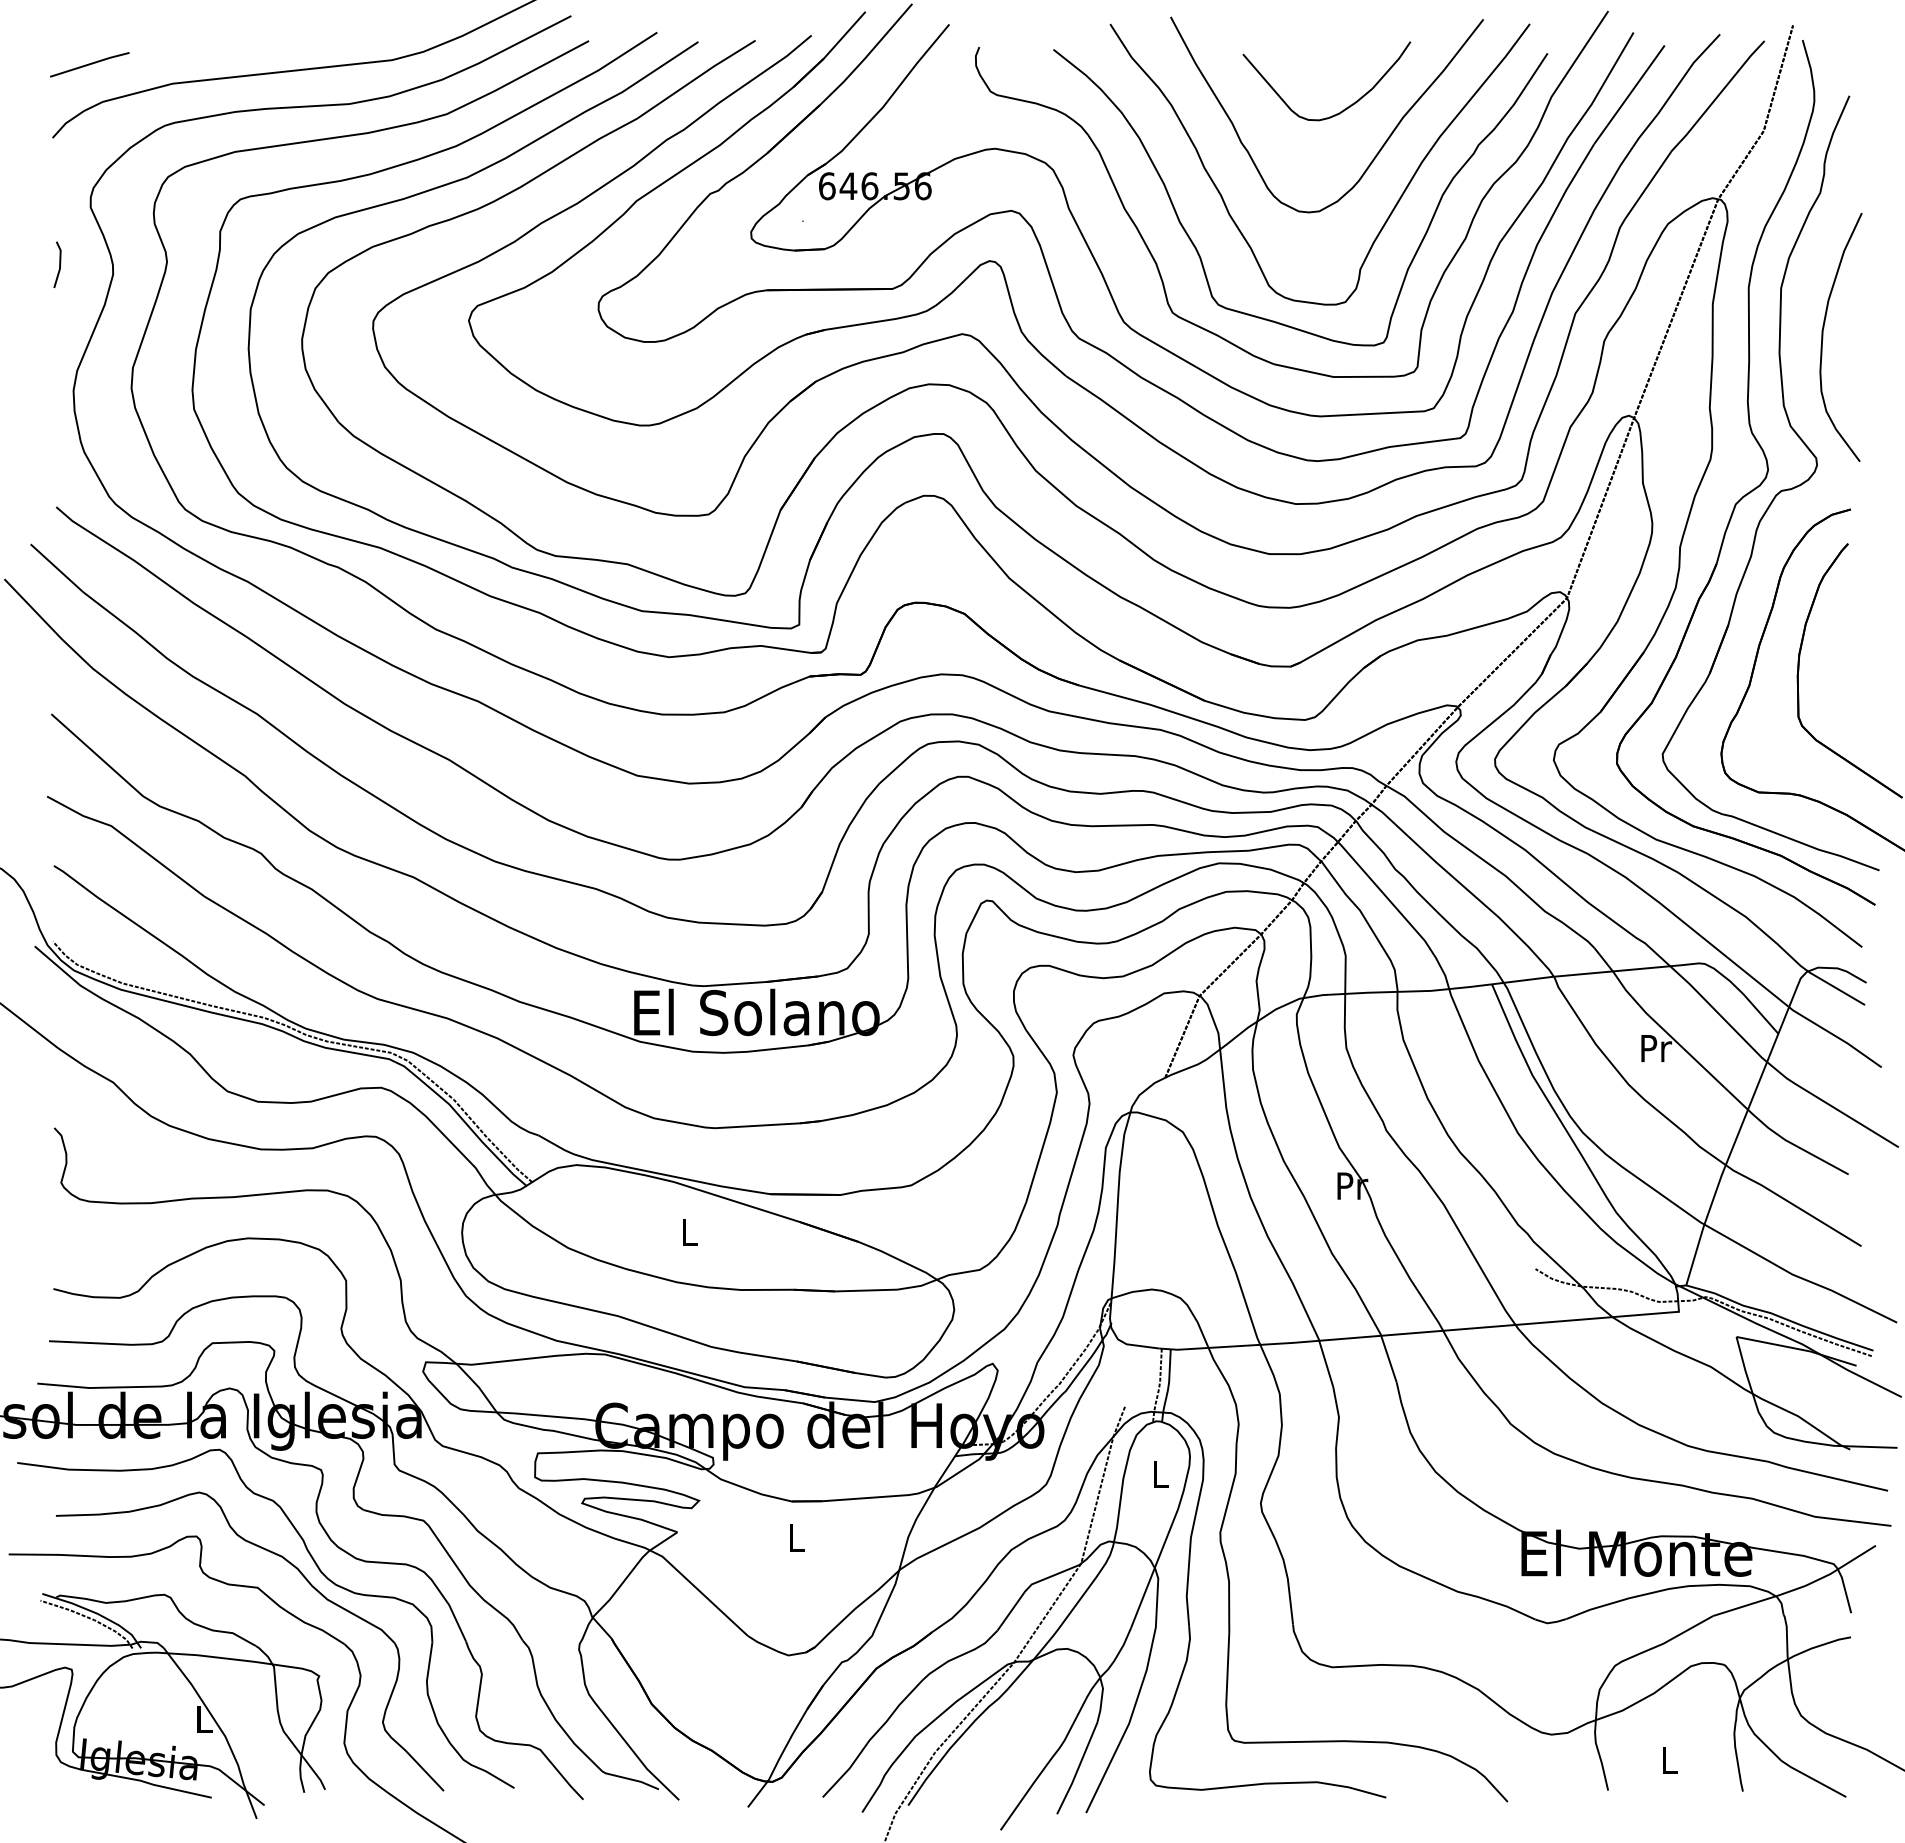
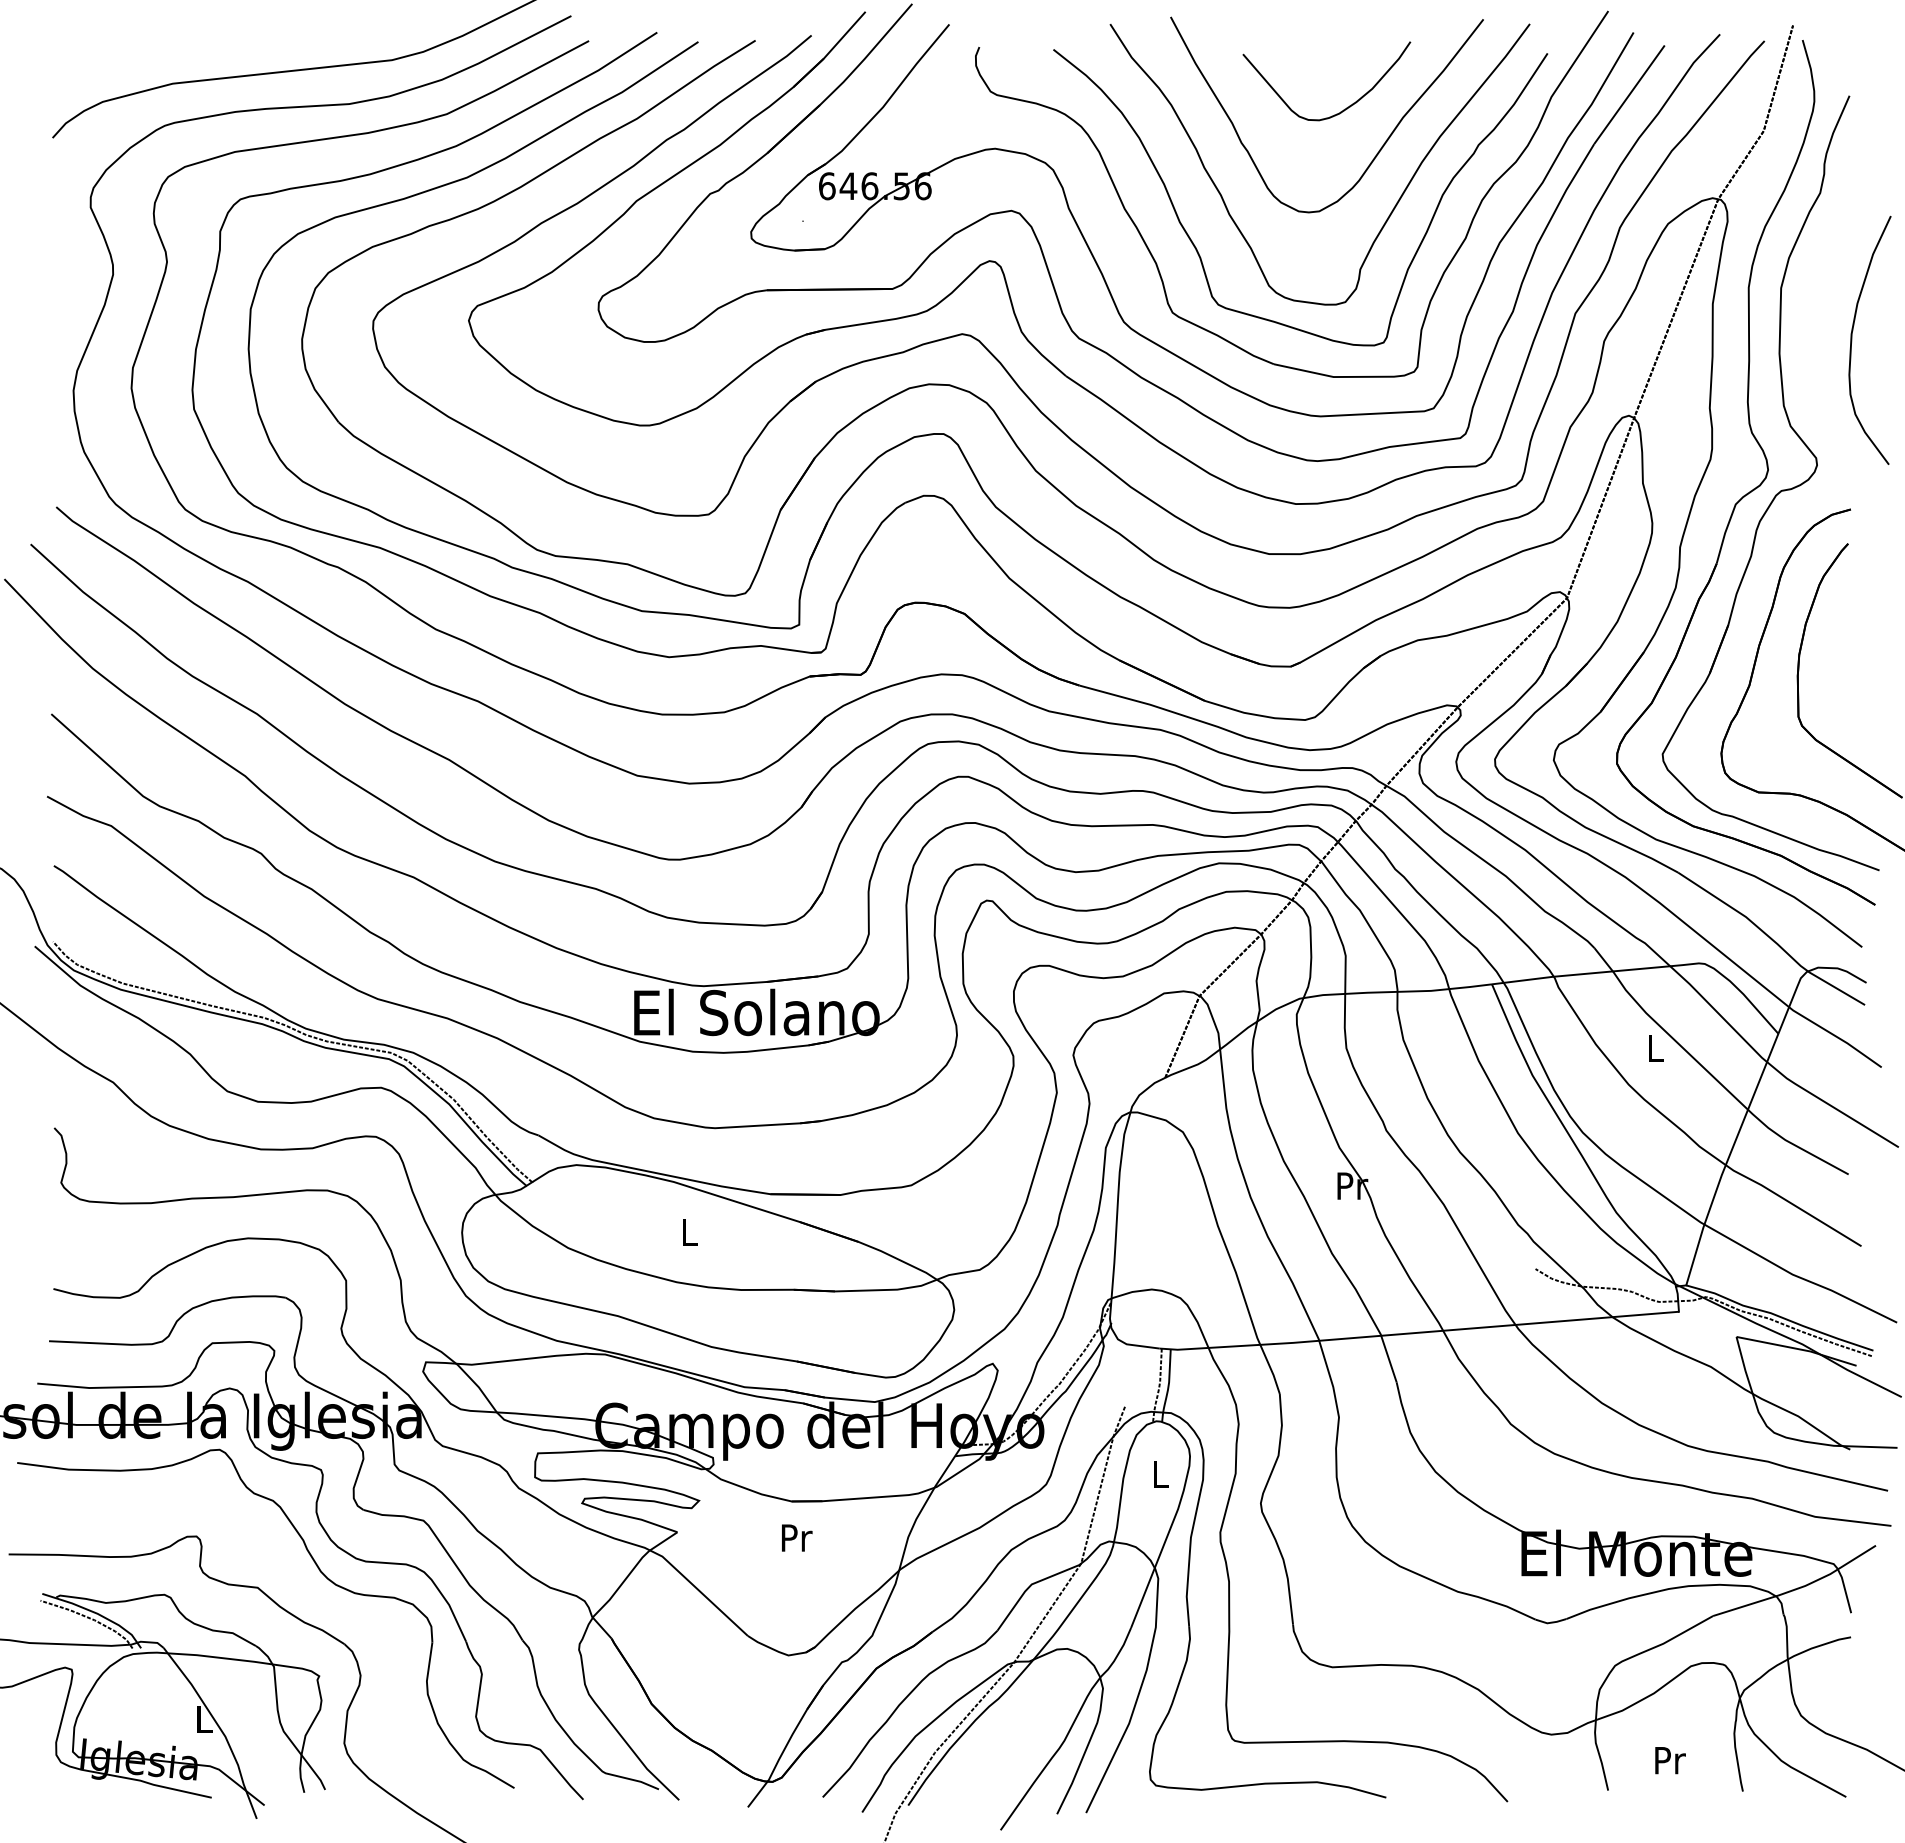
line at (89, 64): present -> none
line at (59, 264): present -> none
curve at (1823, 336) position: (1823, 336) -> (1852, 339)
text at (1656, 1048): Pr -> L
text at (797, 1537): L -> Pr
part at (308, 1583): present -> none
text at (1670, 1760): L -> Pr
